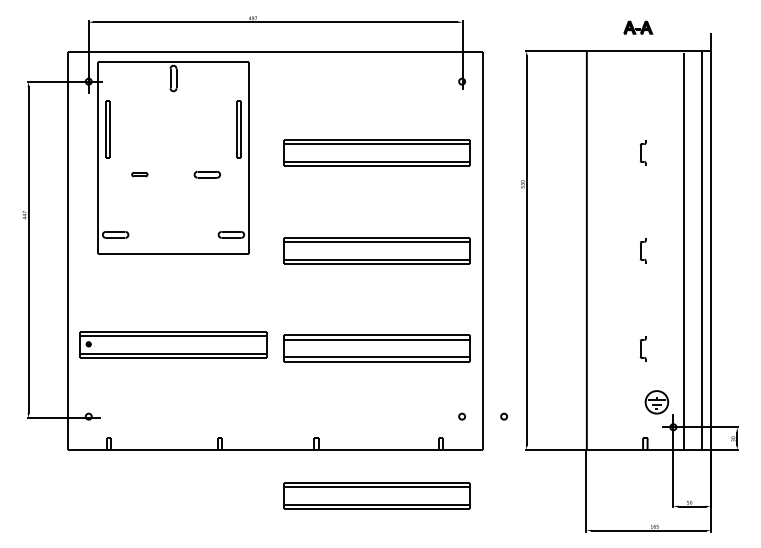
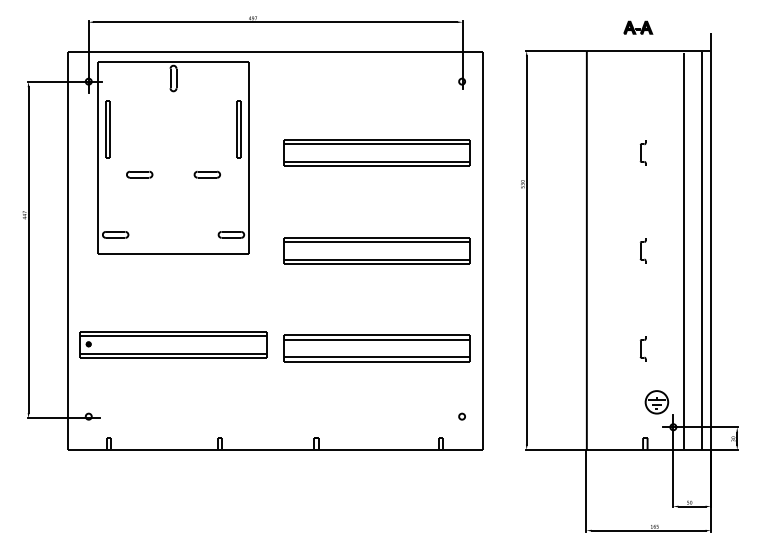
part at (139, 174) size: 18x6 px -> 28x9 px
part at (503, 416): present -> none
part at (376, 495): present -> none
